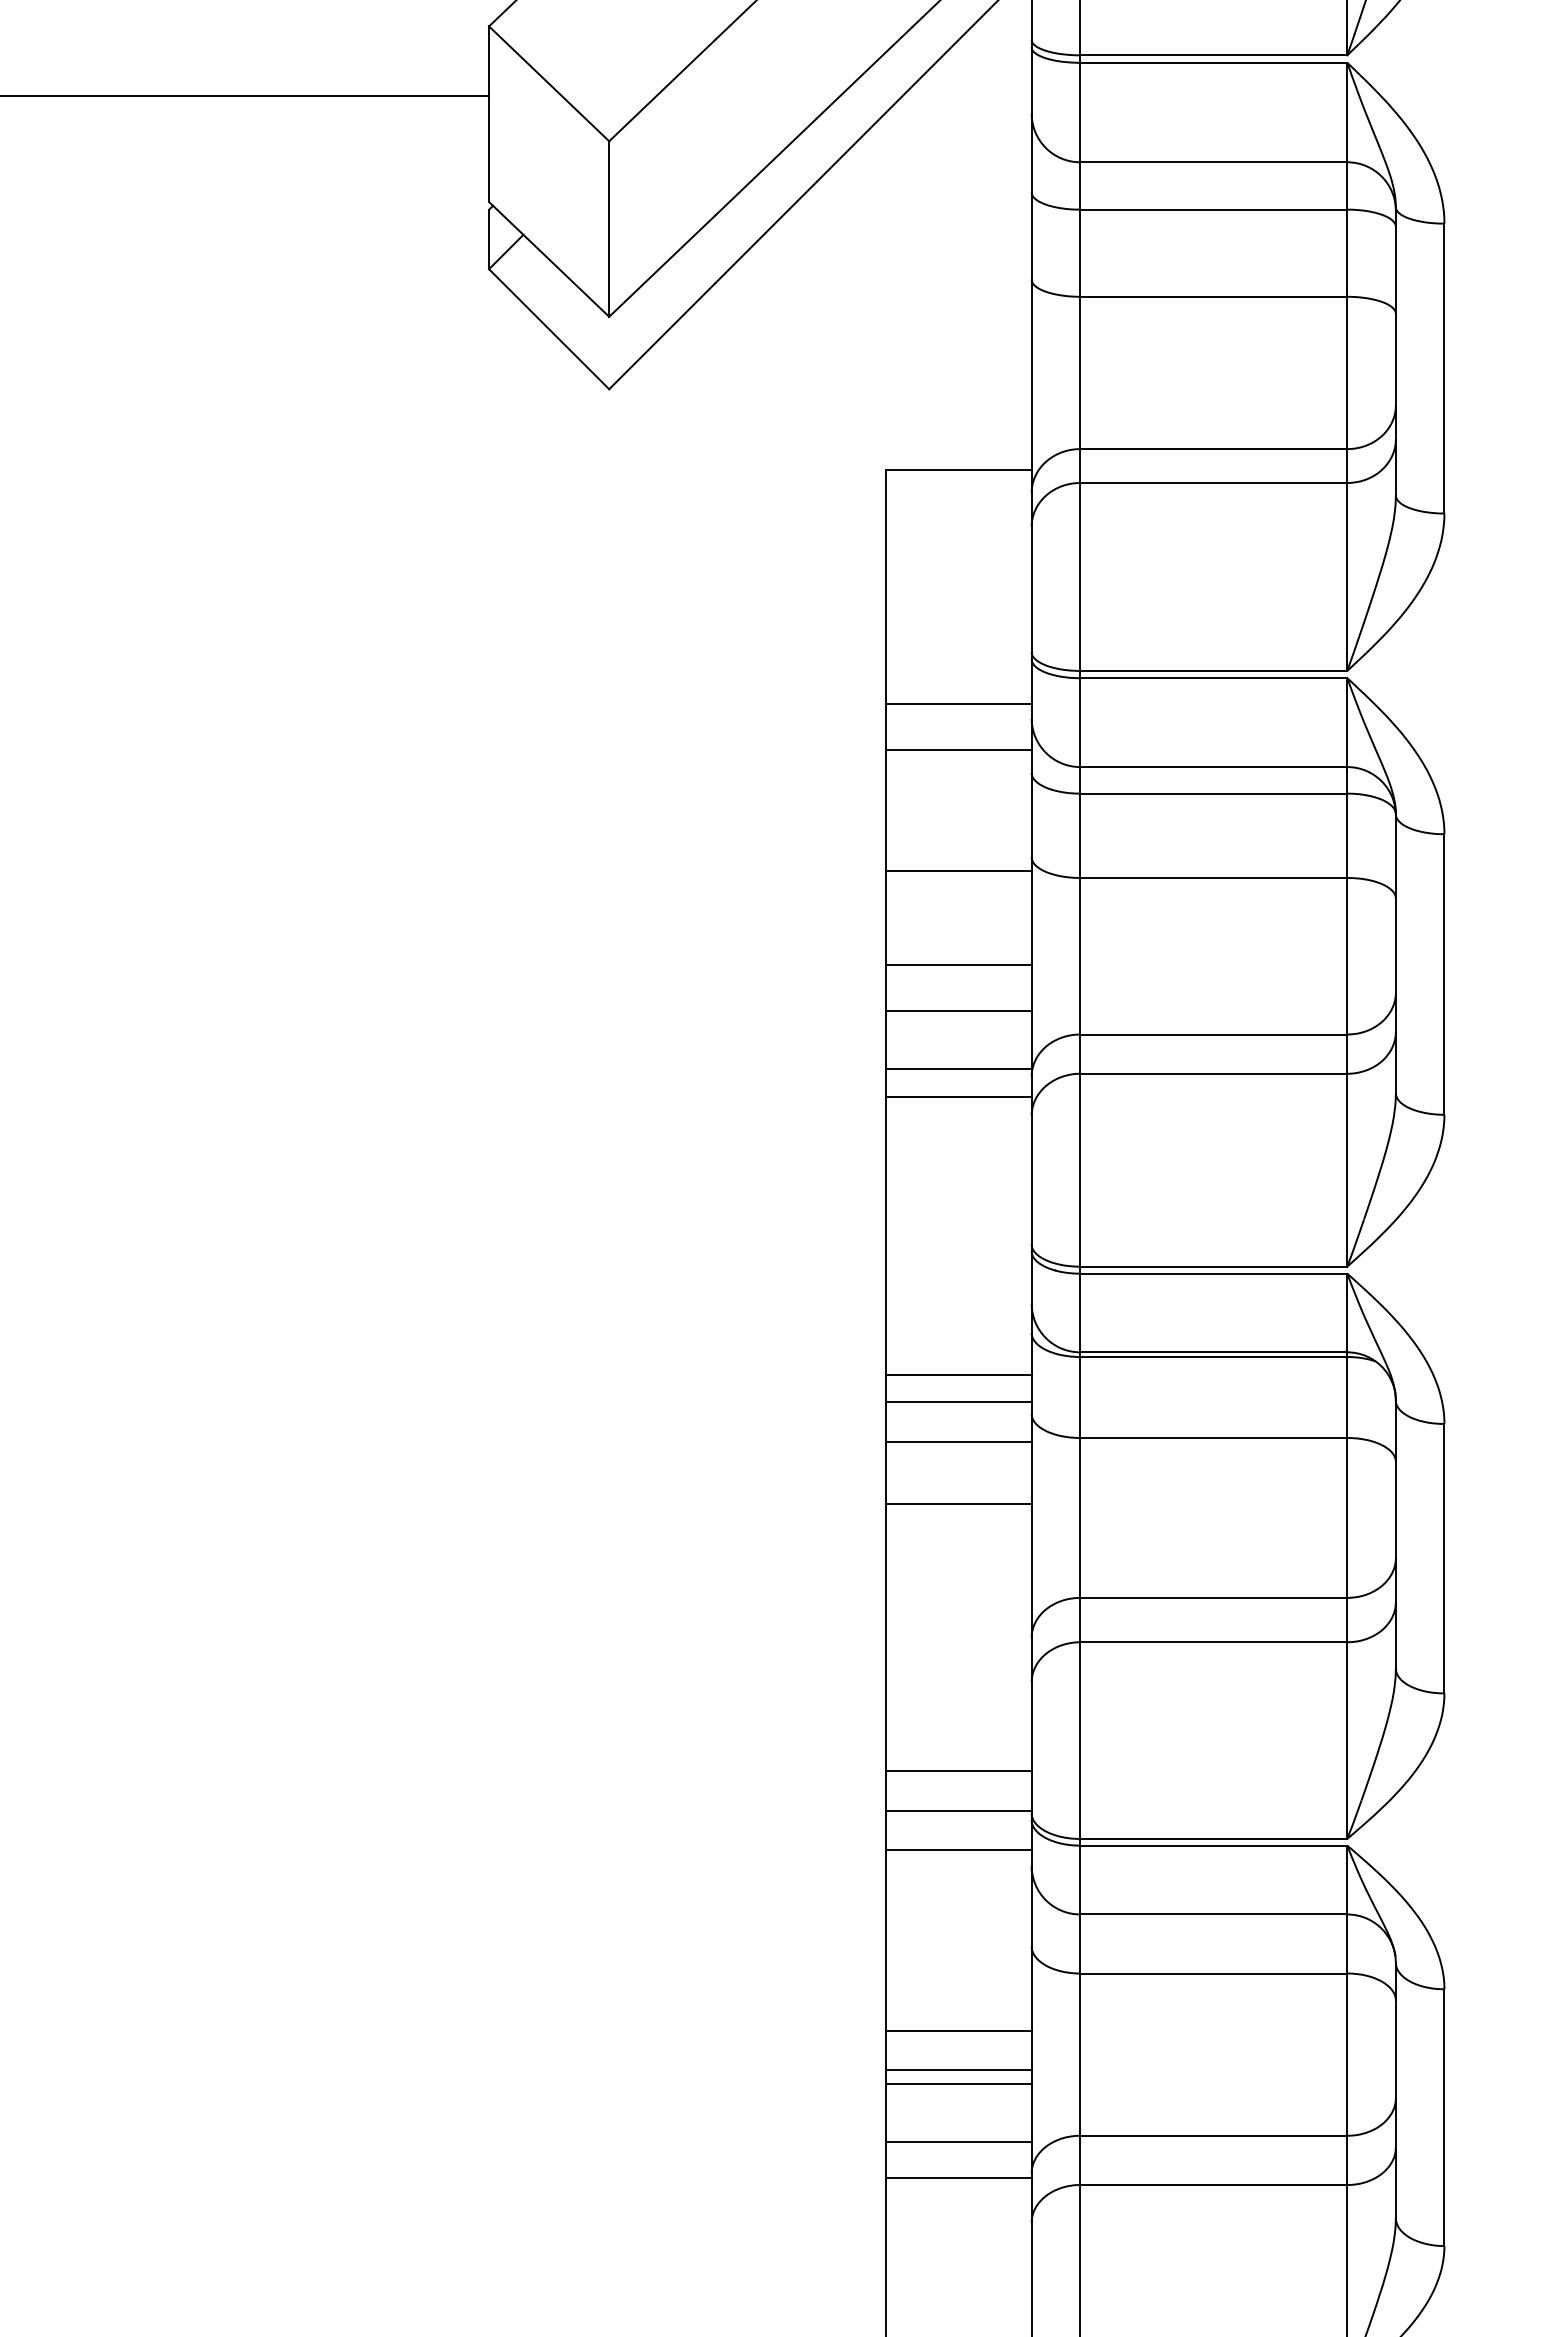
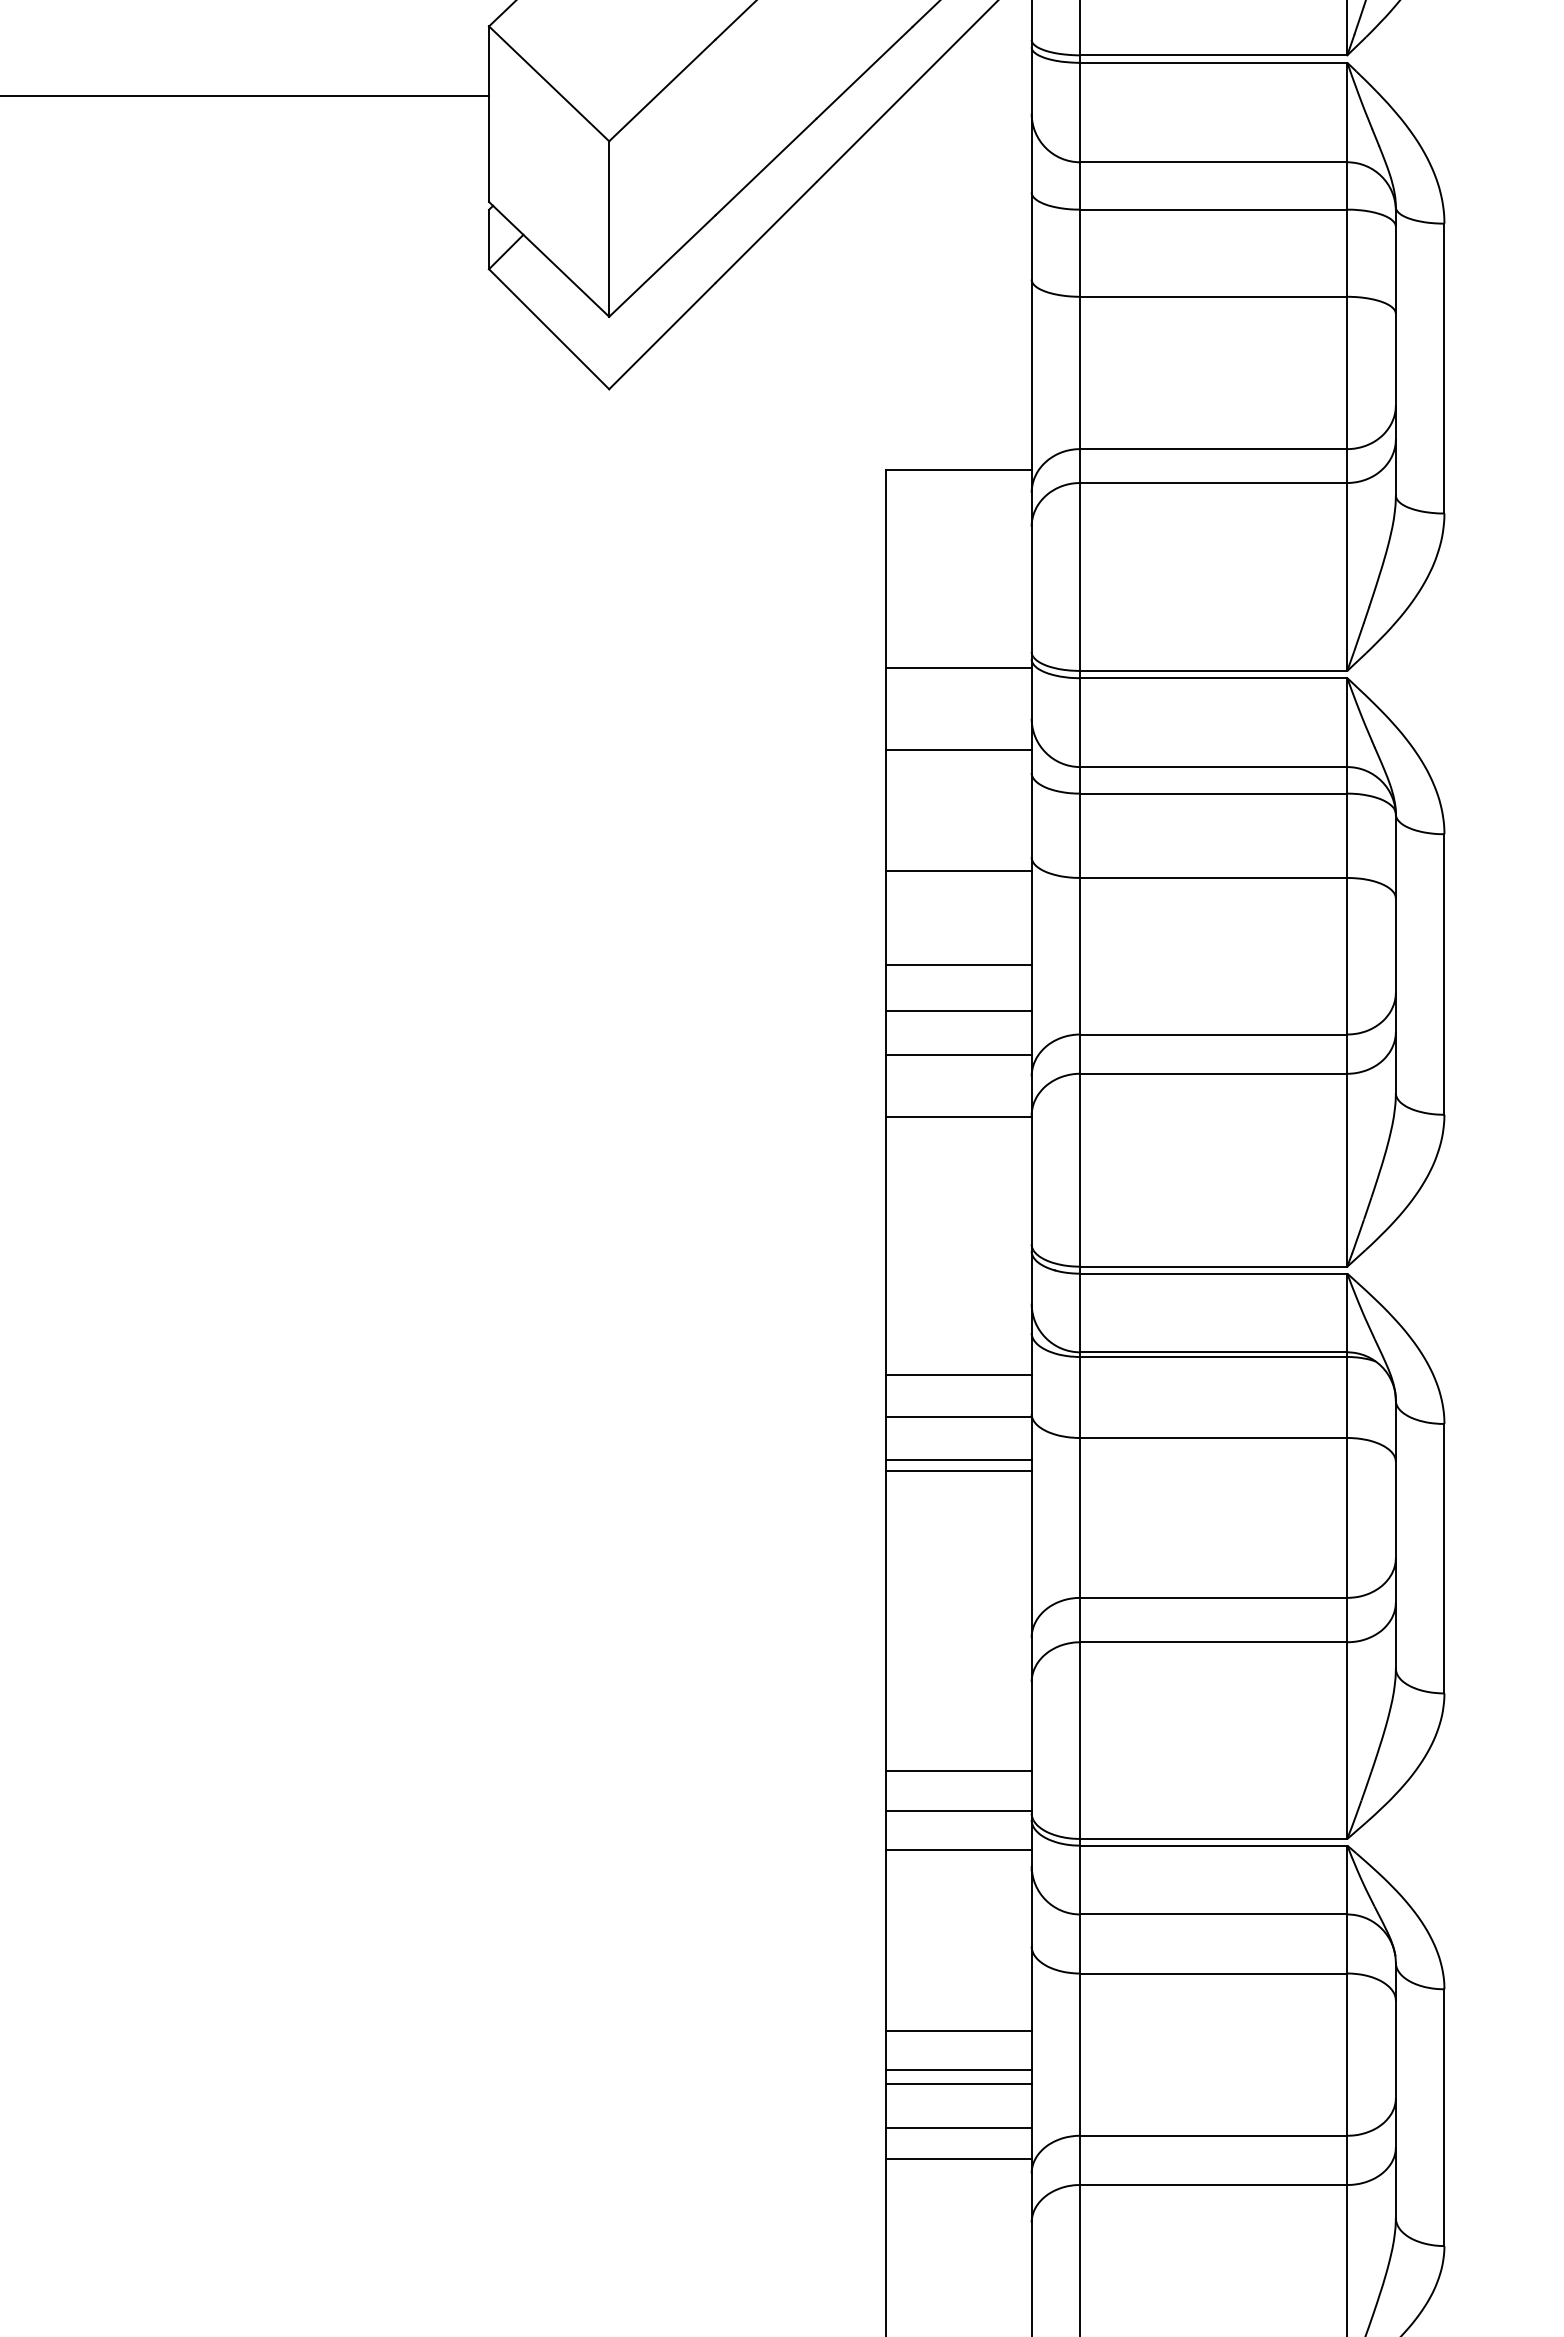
line at (958, 703) position: (958, 703) -> (958, 667)
line at (958, 1069) position: (958, 1069) -> (958, 1055)
line at (958, 1096) position: (958, 1096) -> (958, 1116)
line at (958, 1402) position: (958, 1402) -> (958, 1417)
line at (958, 1442) position: (958, 1442) -> (958, 1460)
line at (958, 1504) position: (958, 1504) -> (958, 1471)
line at (958, 2142) position: (958, 2142) -> (958, 2128)
line at (958, 2178) position: (958, 2178) -> (958, 2159)
